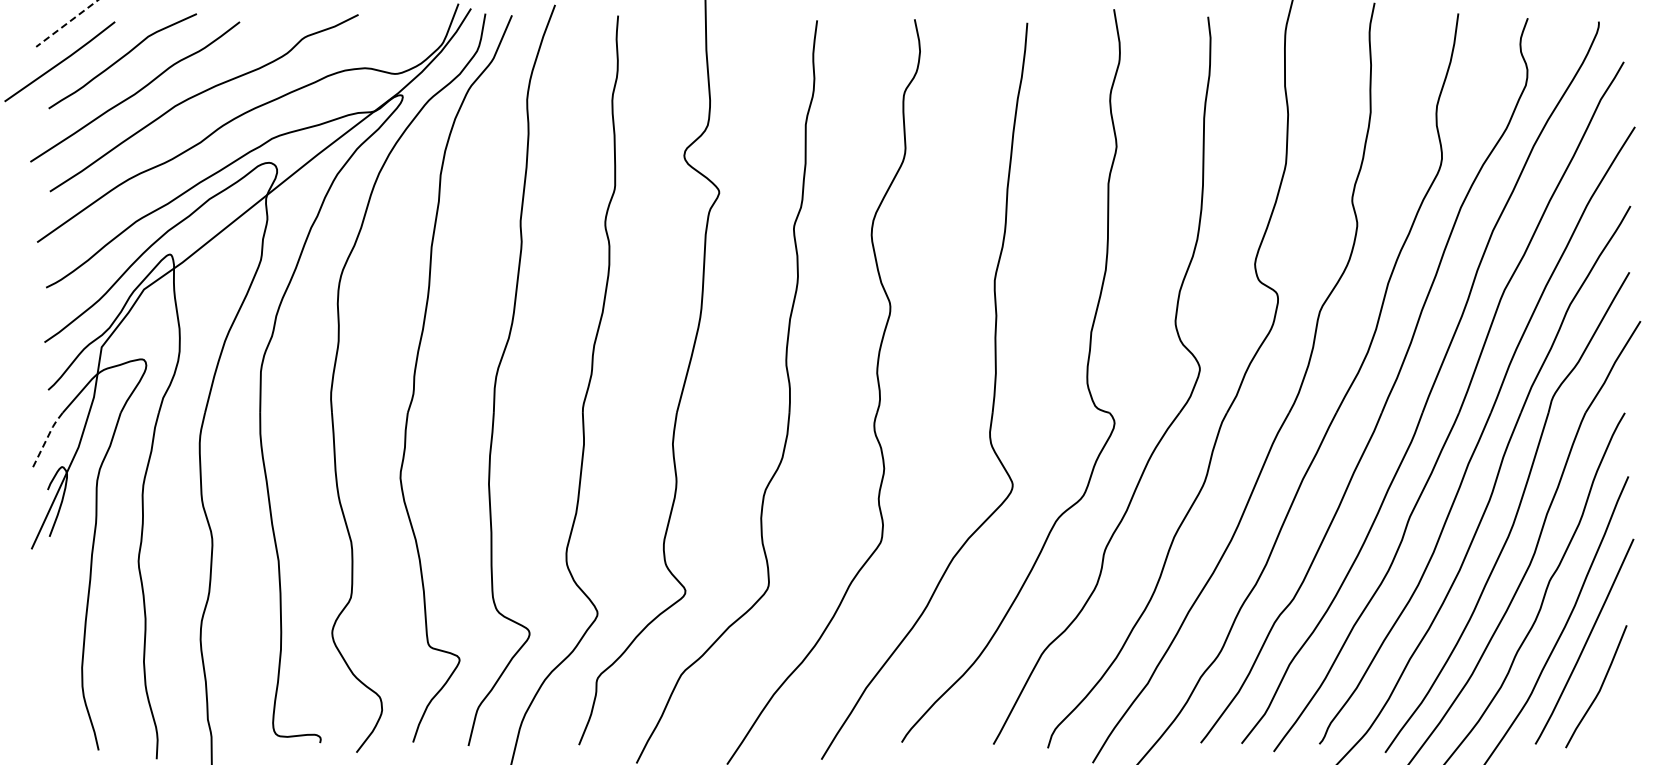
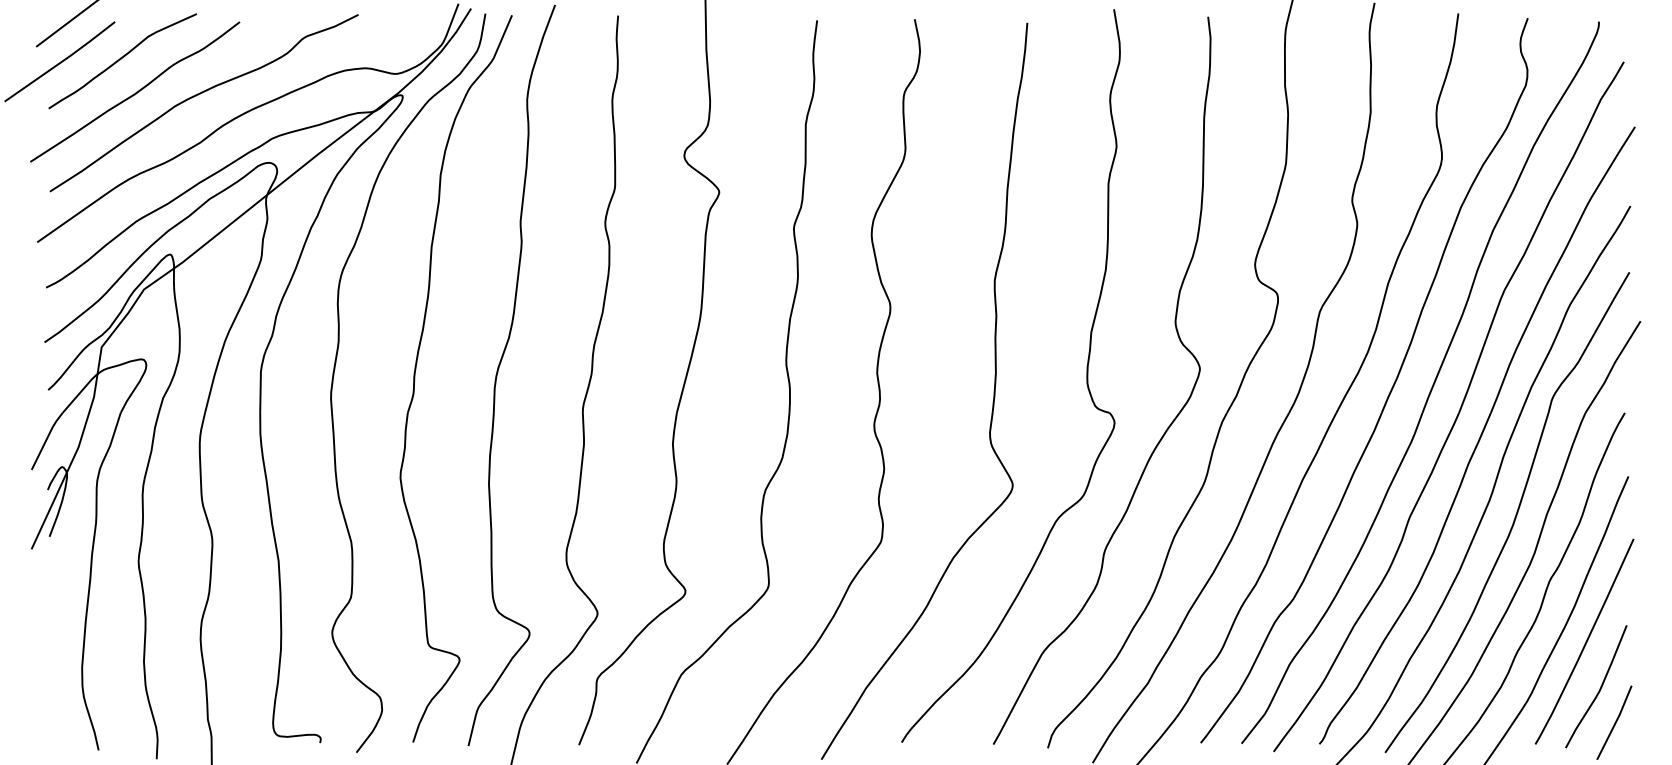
line at (67, 23): dashed -> solid
line at (46, 439): dashed -> solid
line at (1614, 722): none -> present
